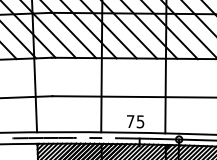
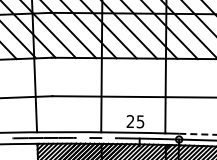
text at (130, 121): 75 -> 25
line at (198, 134): solid -> dashed
